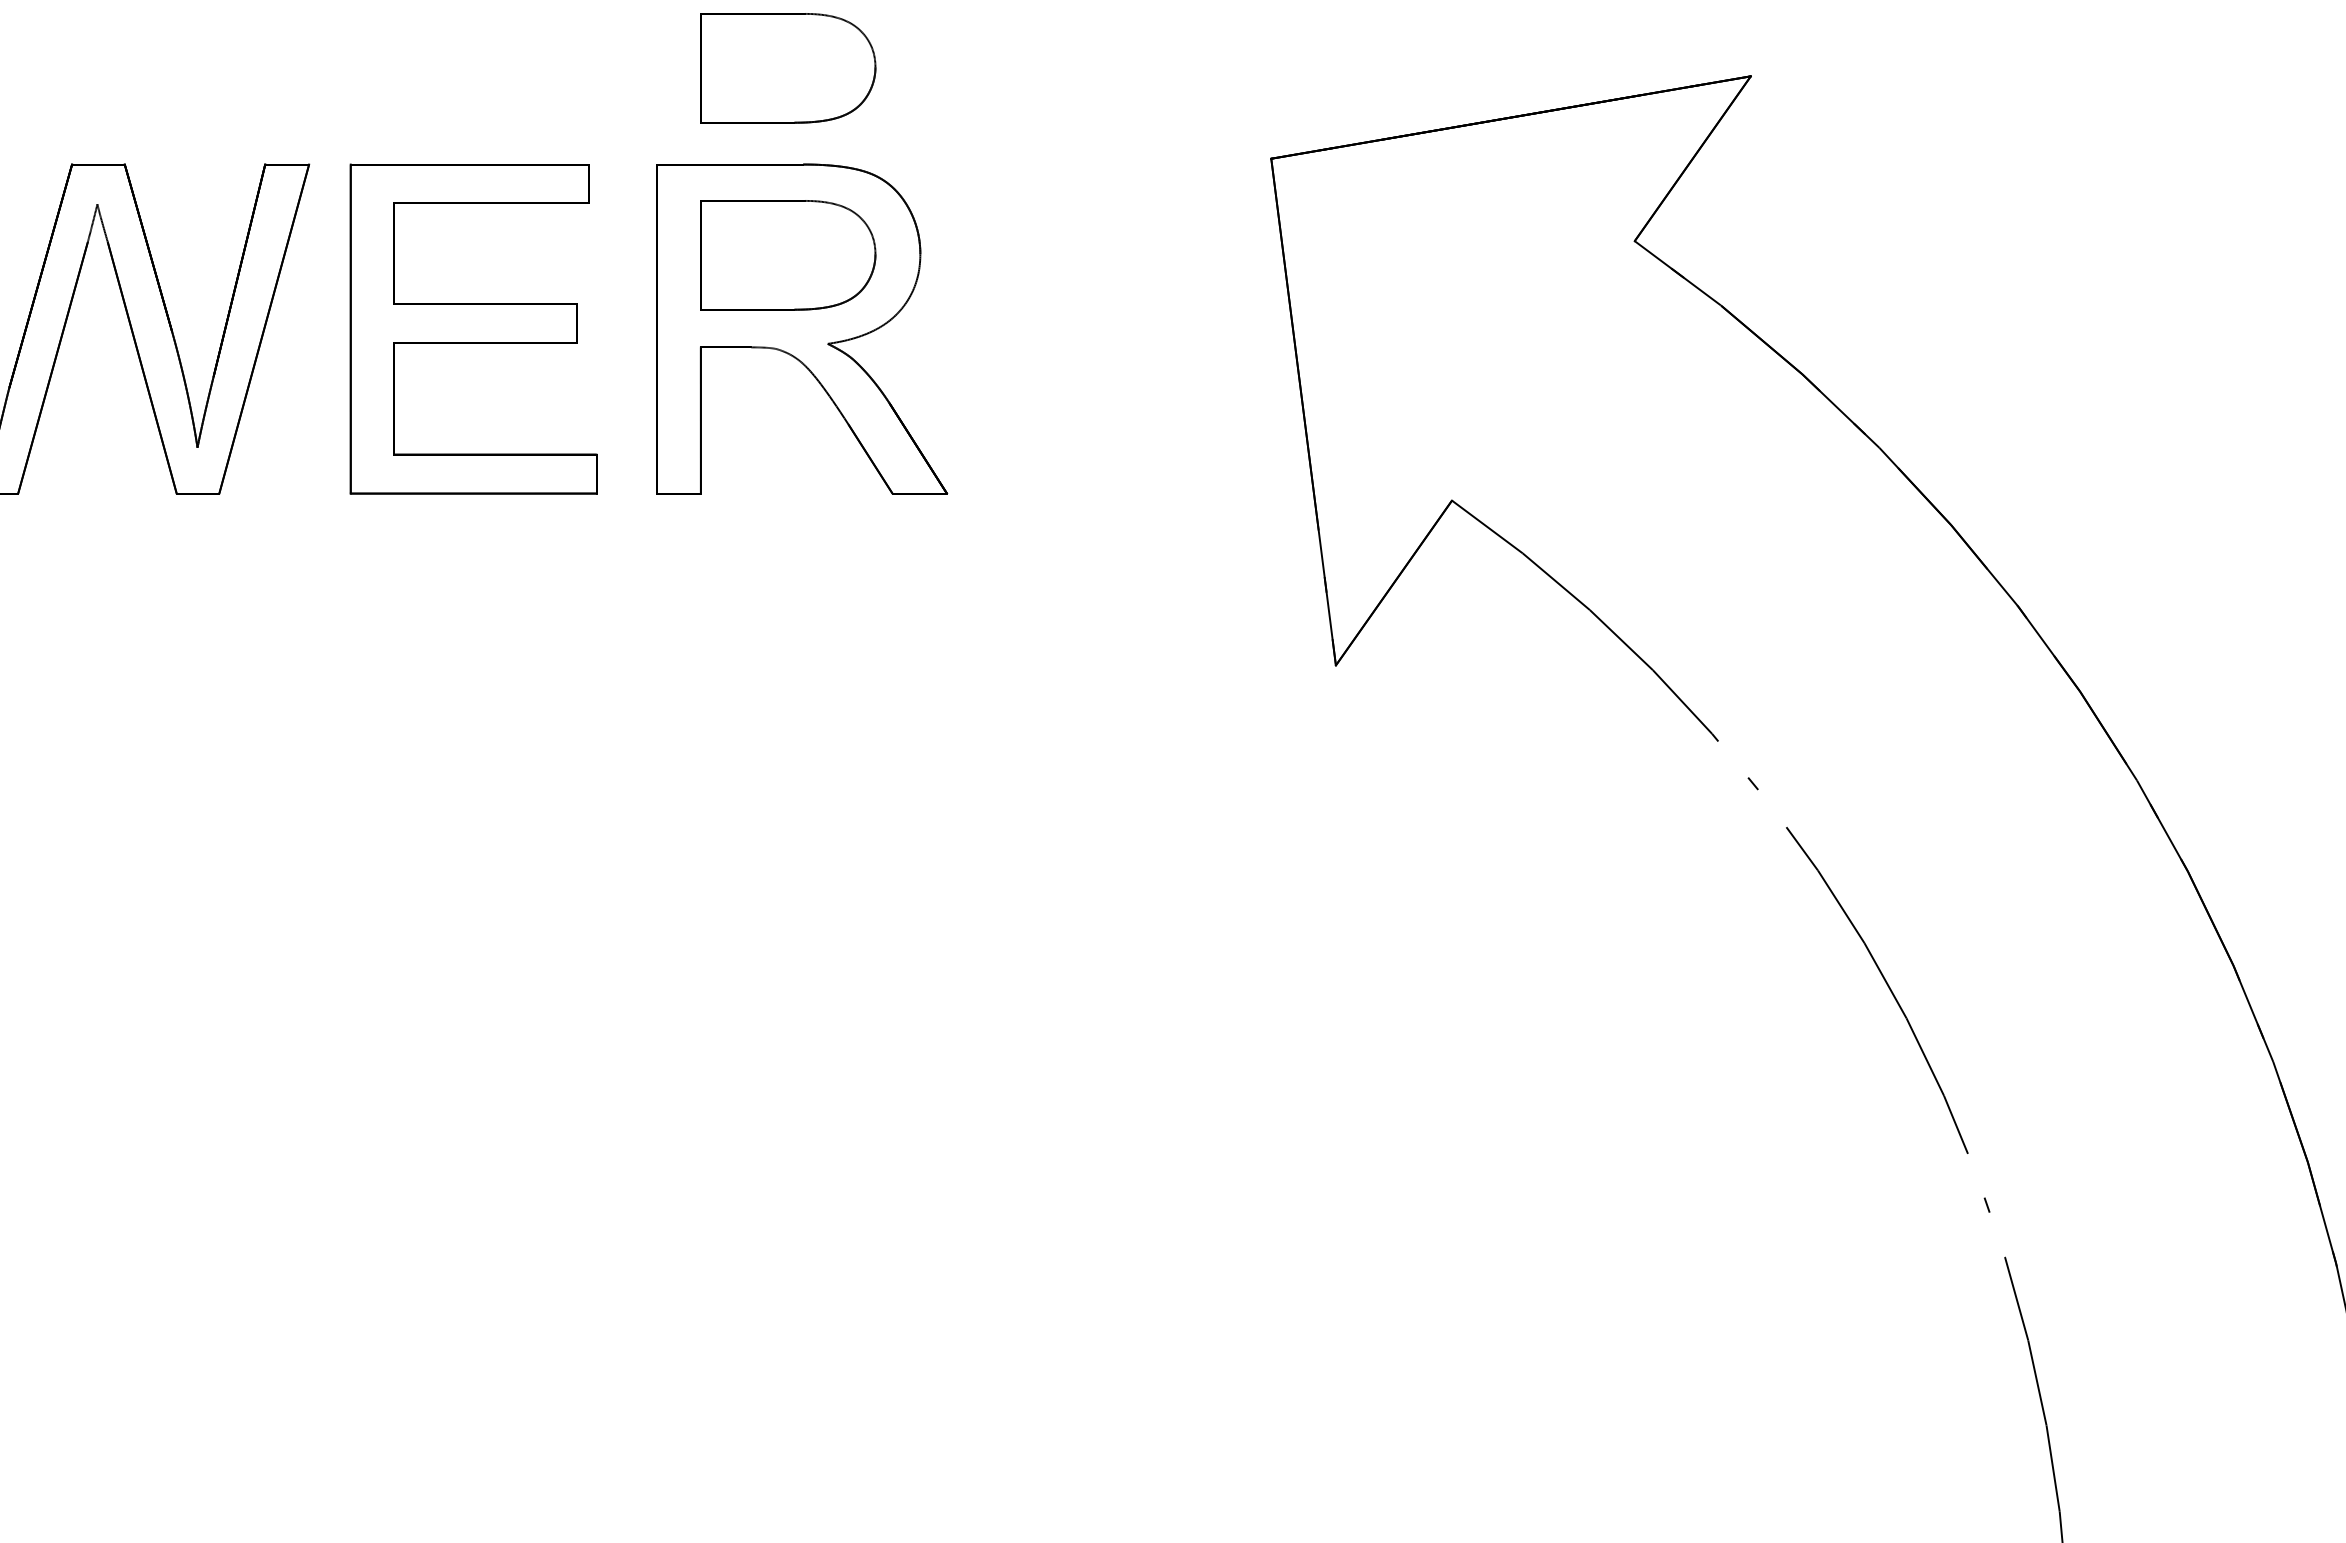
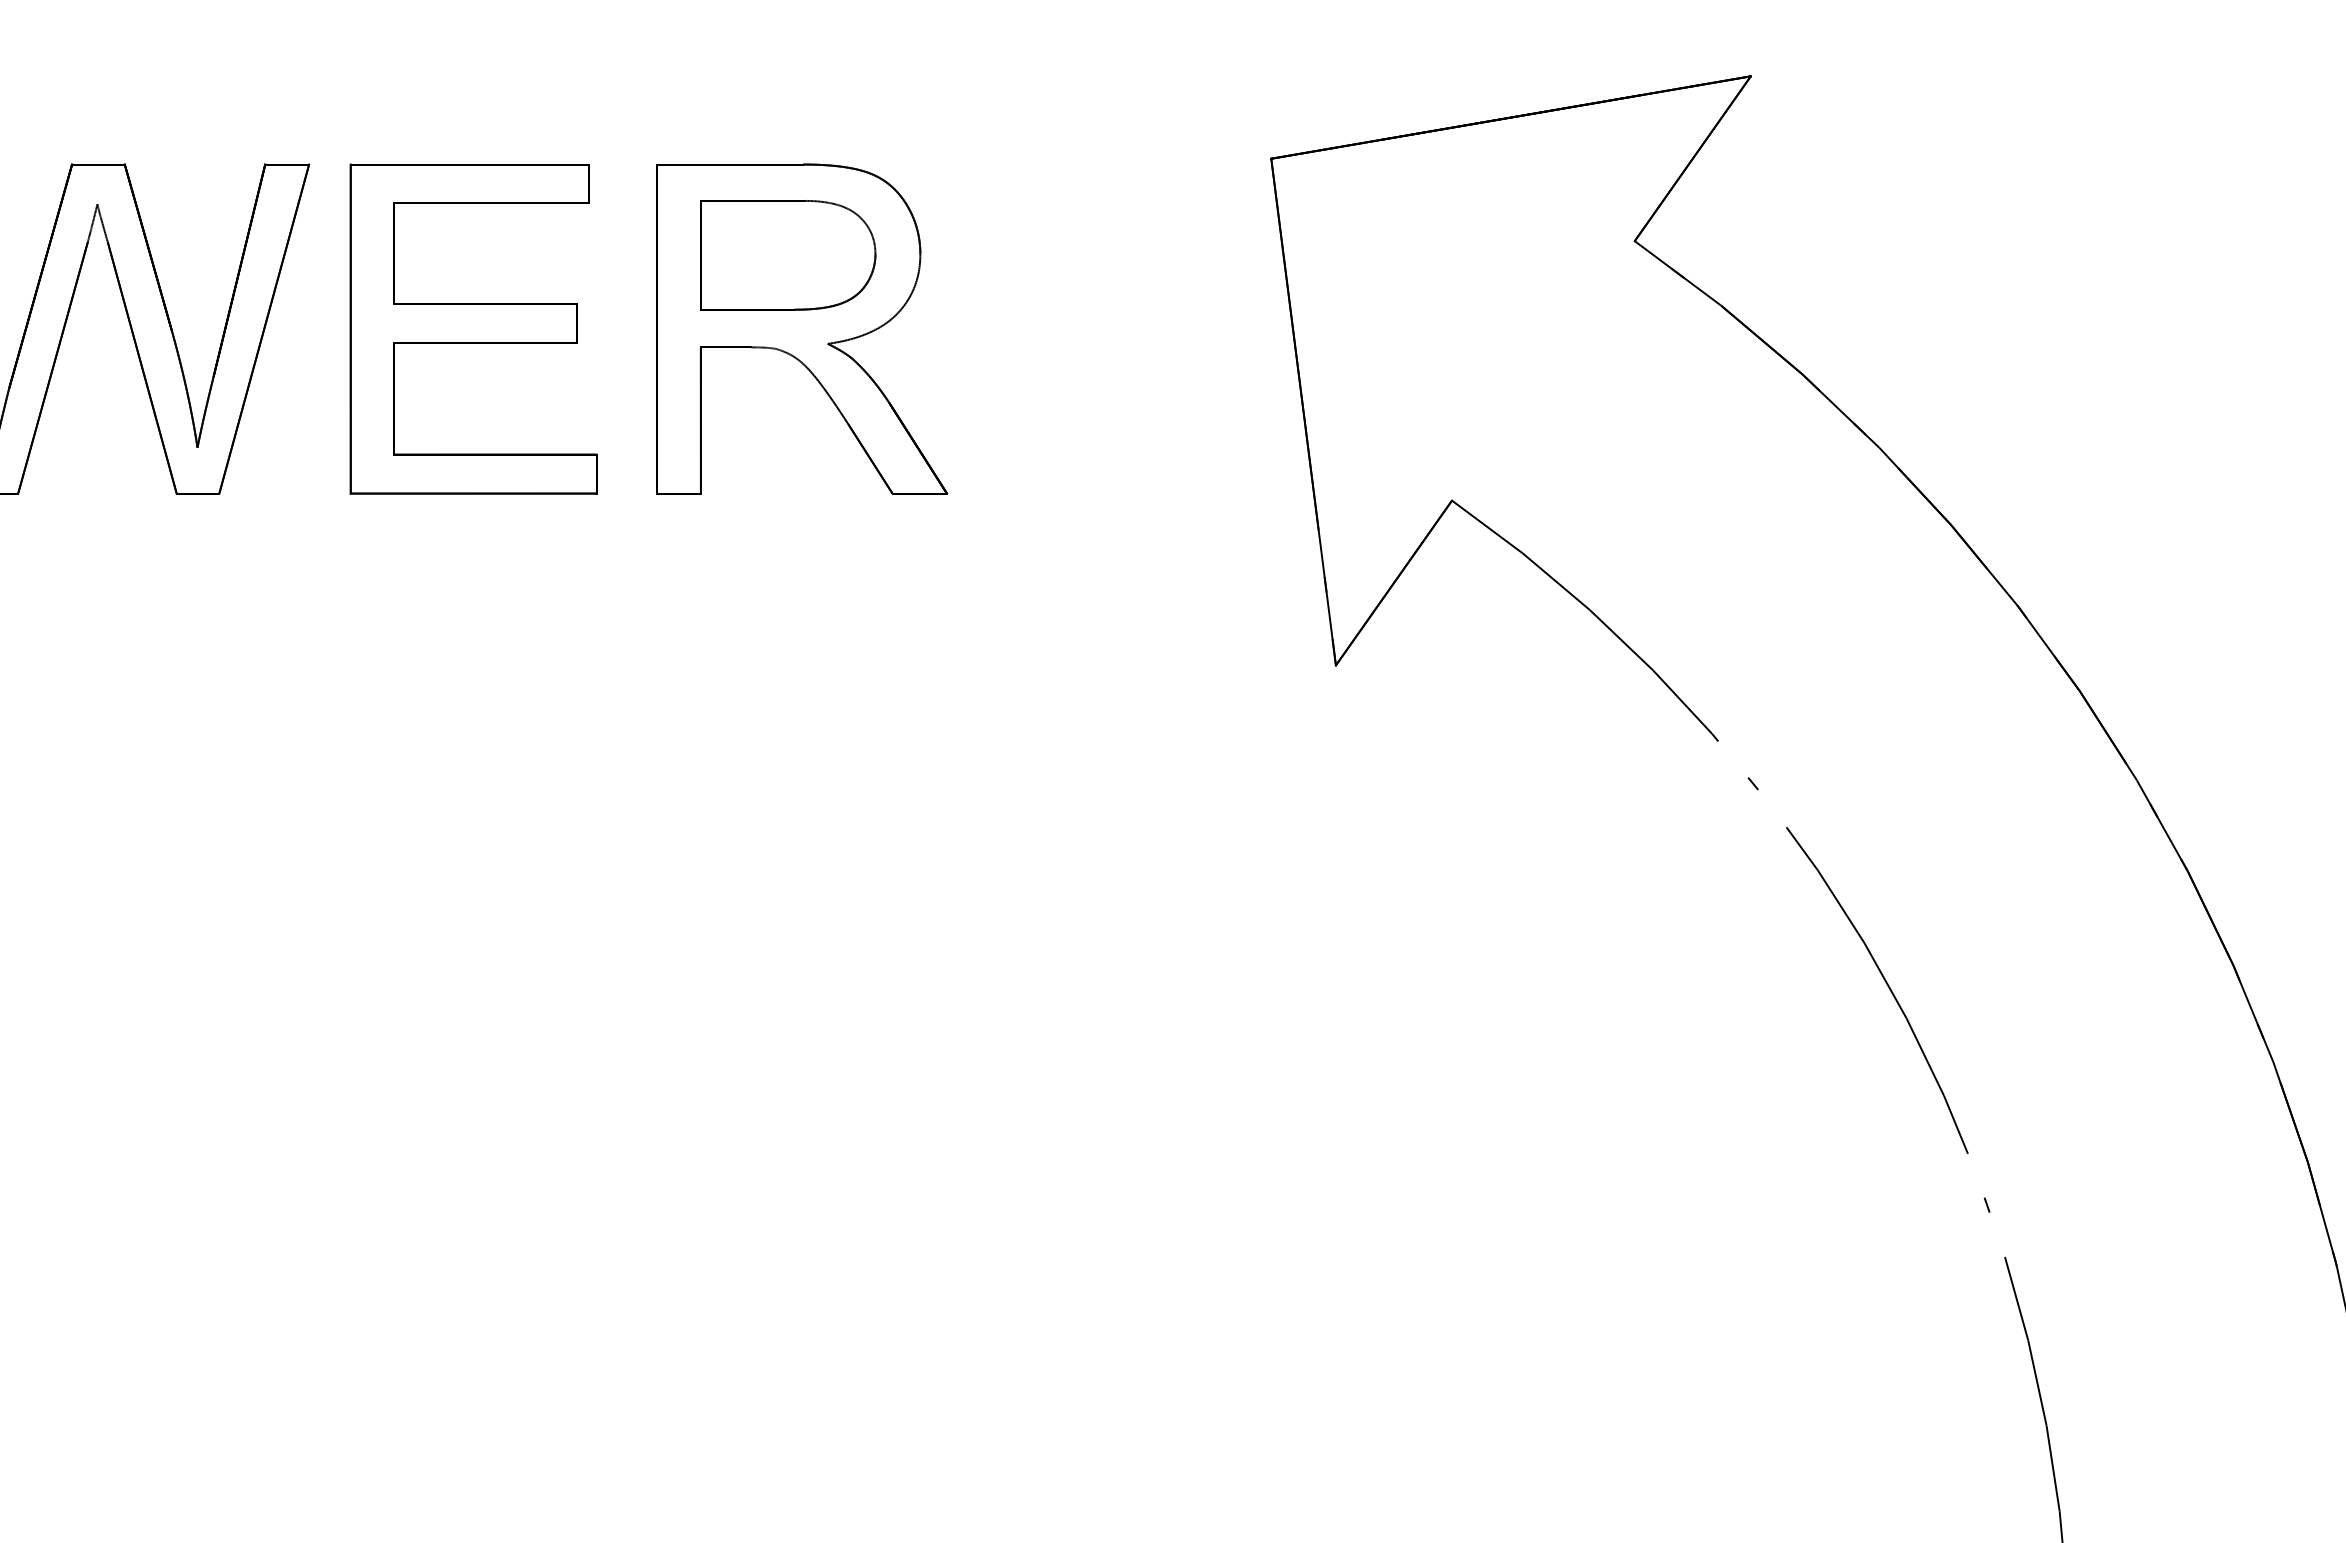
part at (788, 68): present -> none
